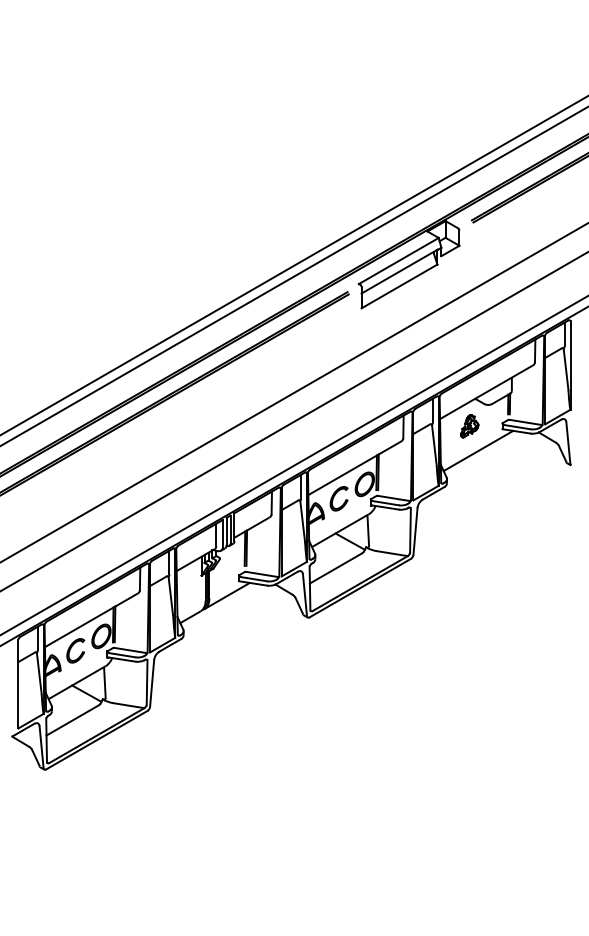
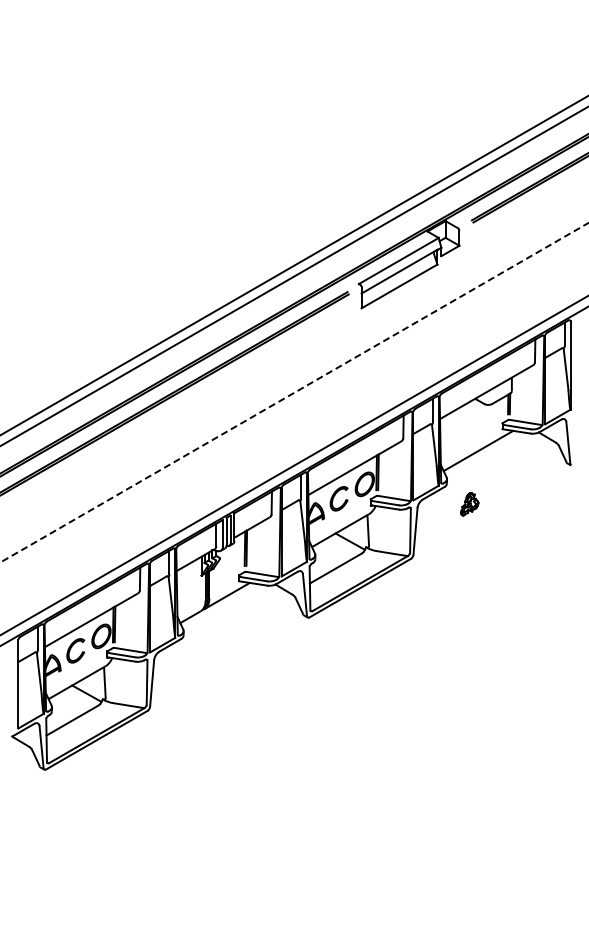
line at (294, 392): solid -> dashed
line at (293, 421): present -> none
part at (469, 426) position: (469, 426) -> (469, 504)
